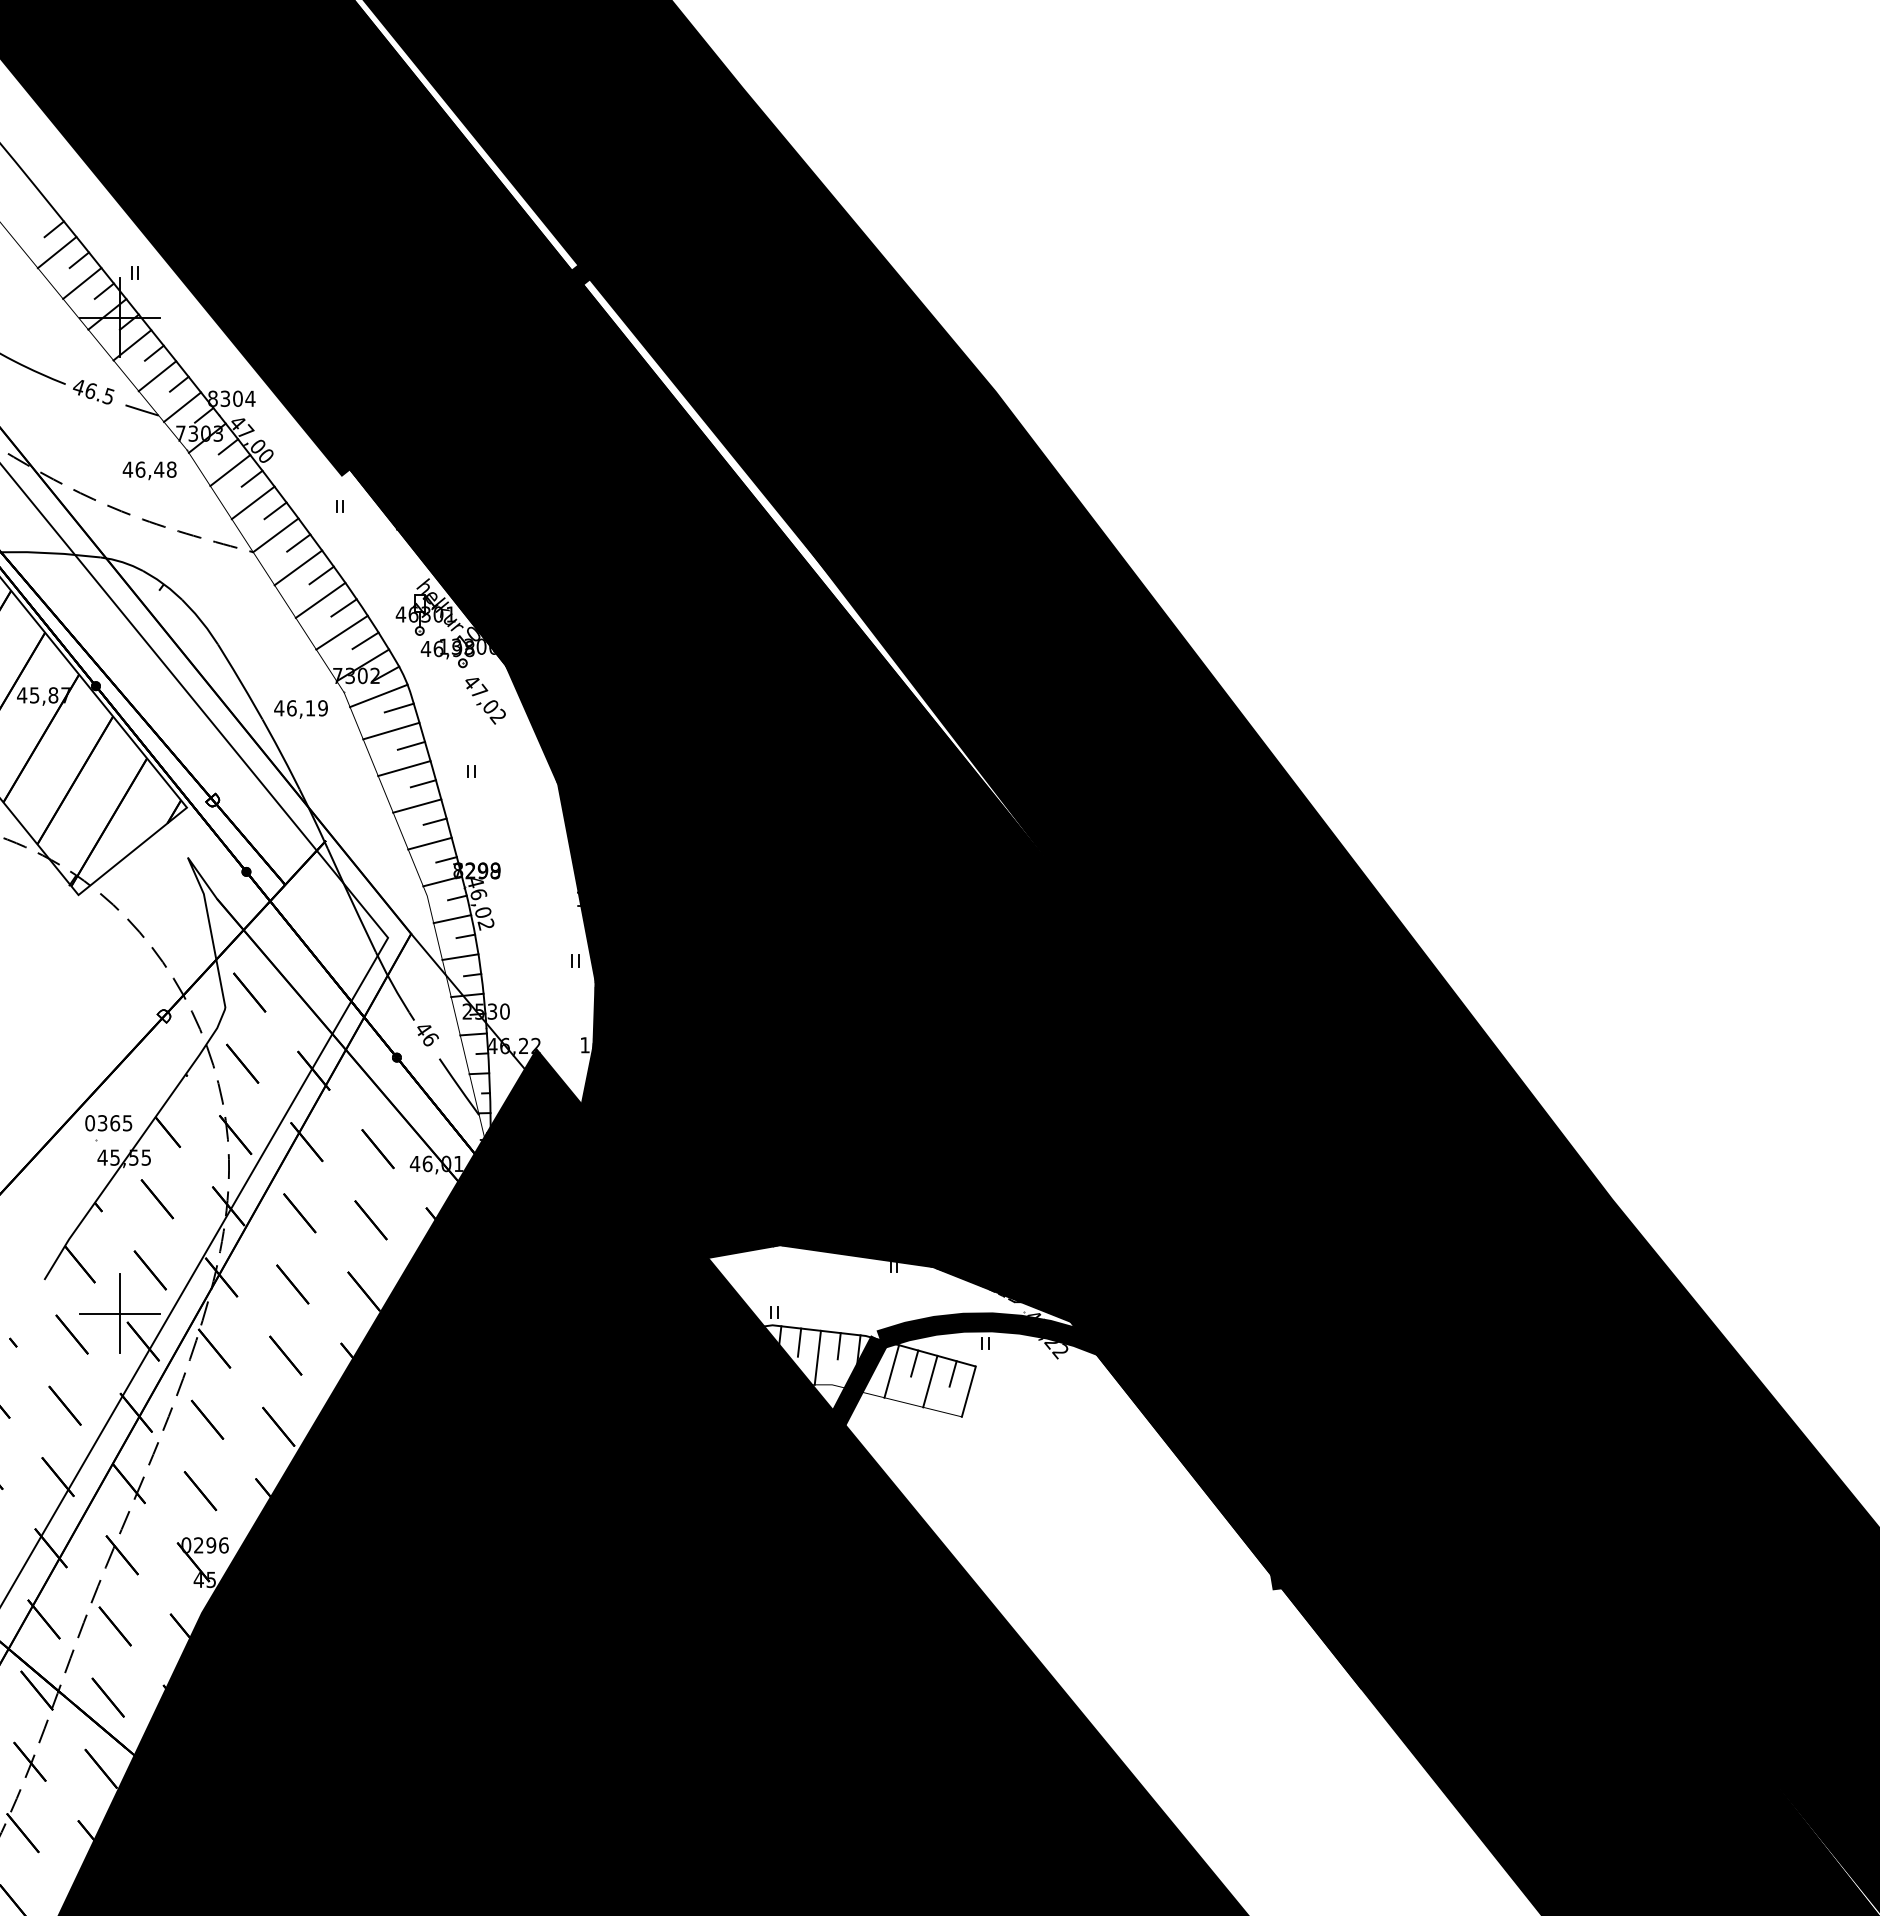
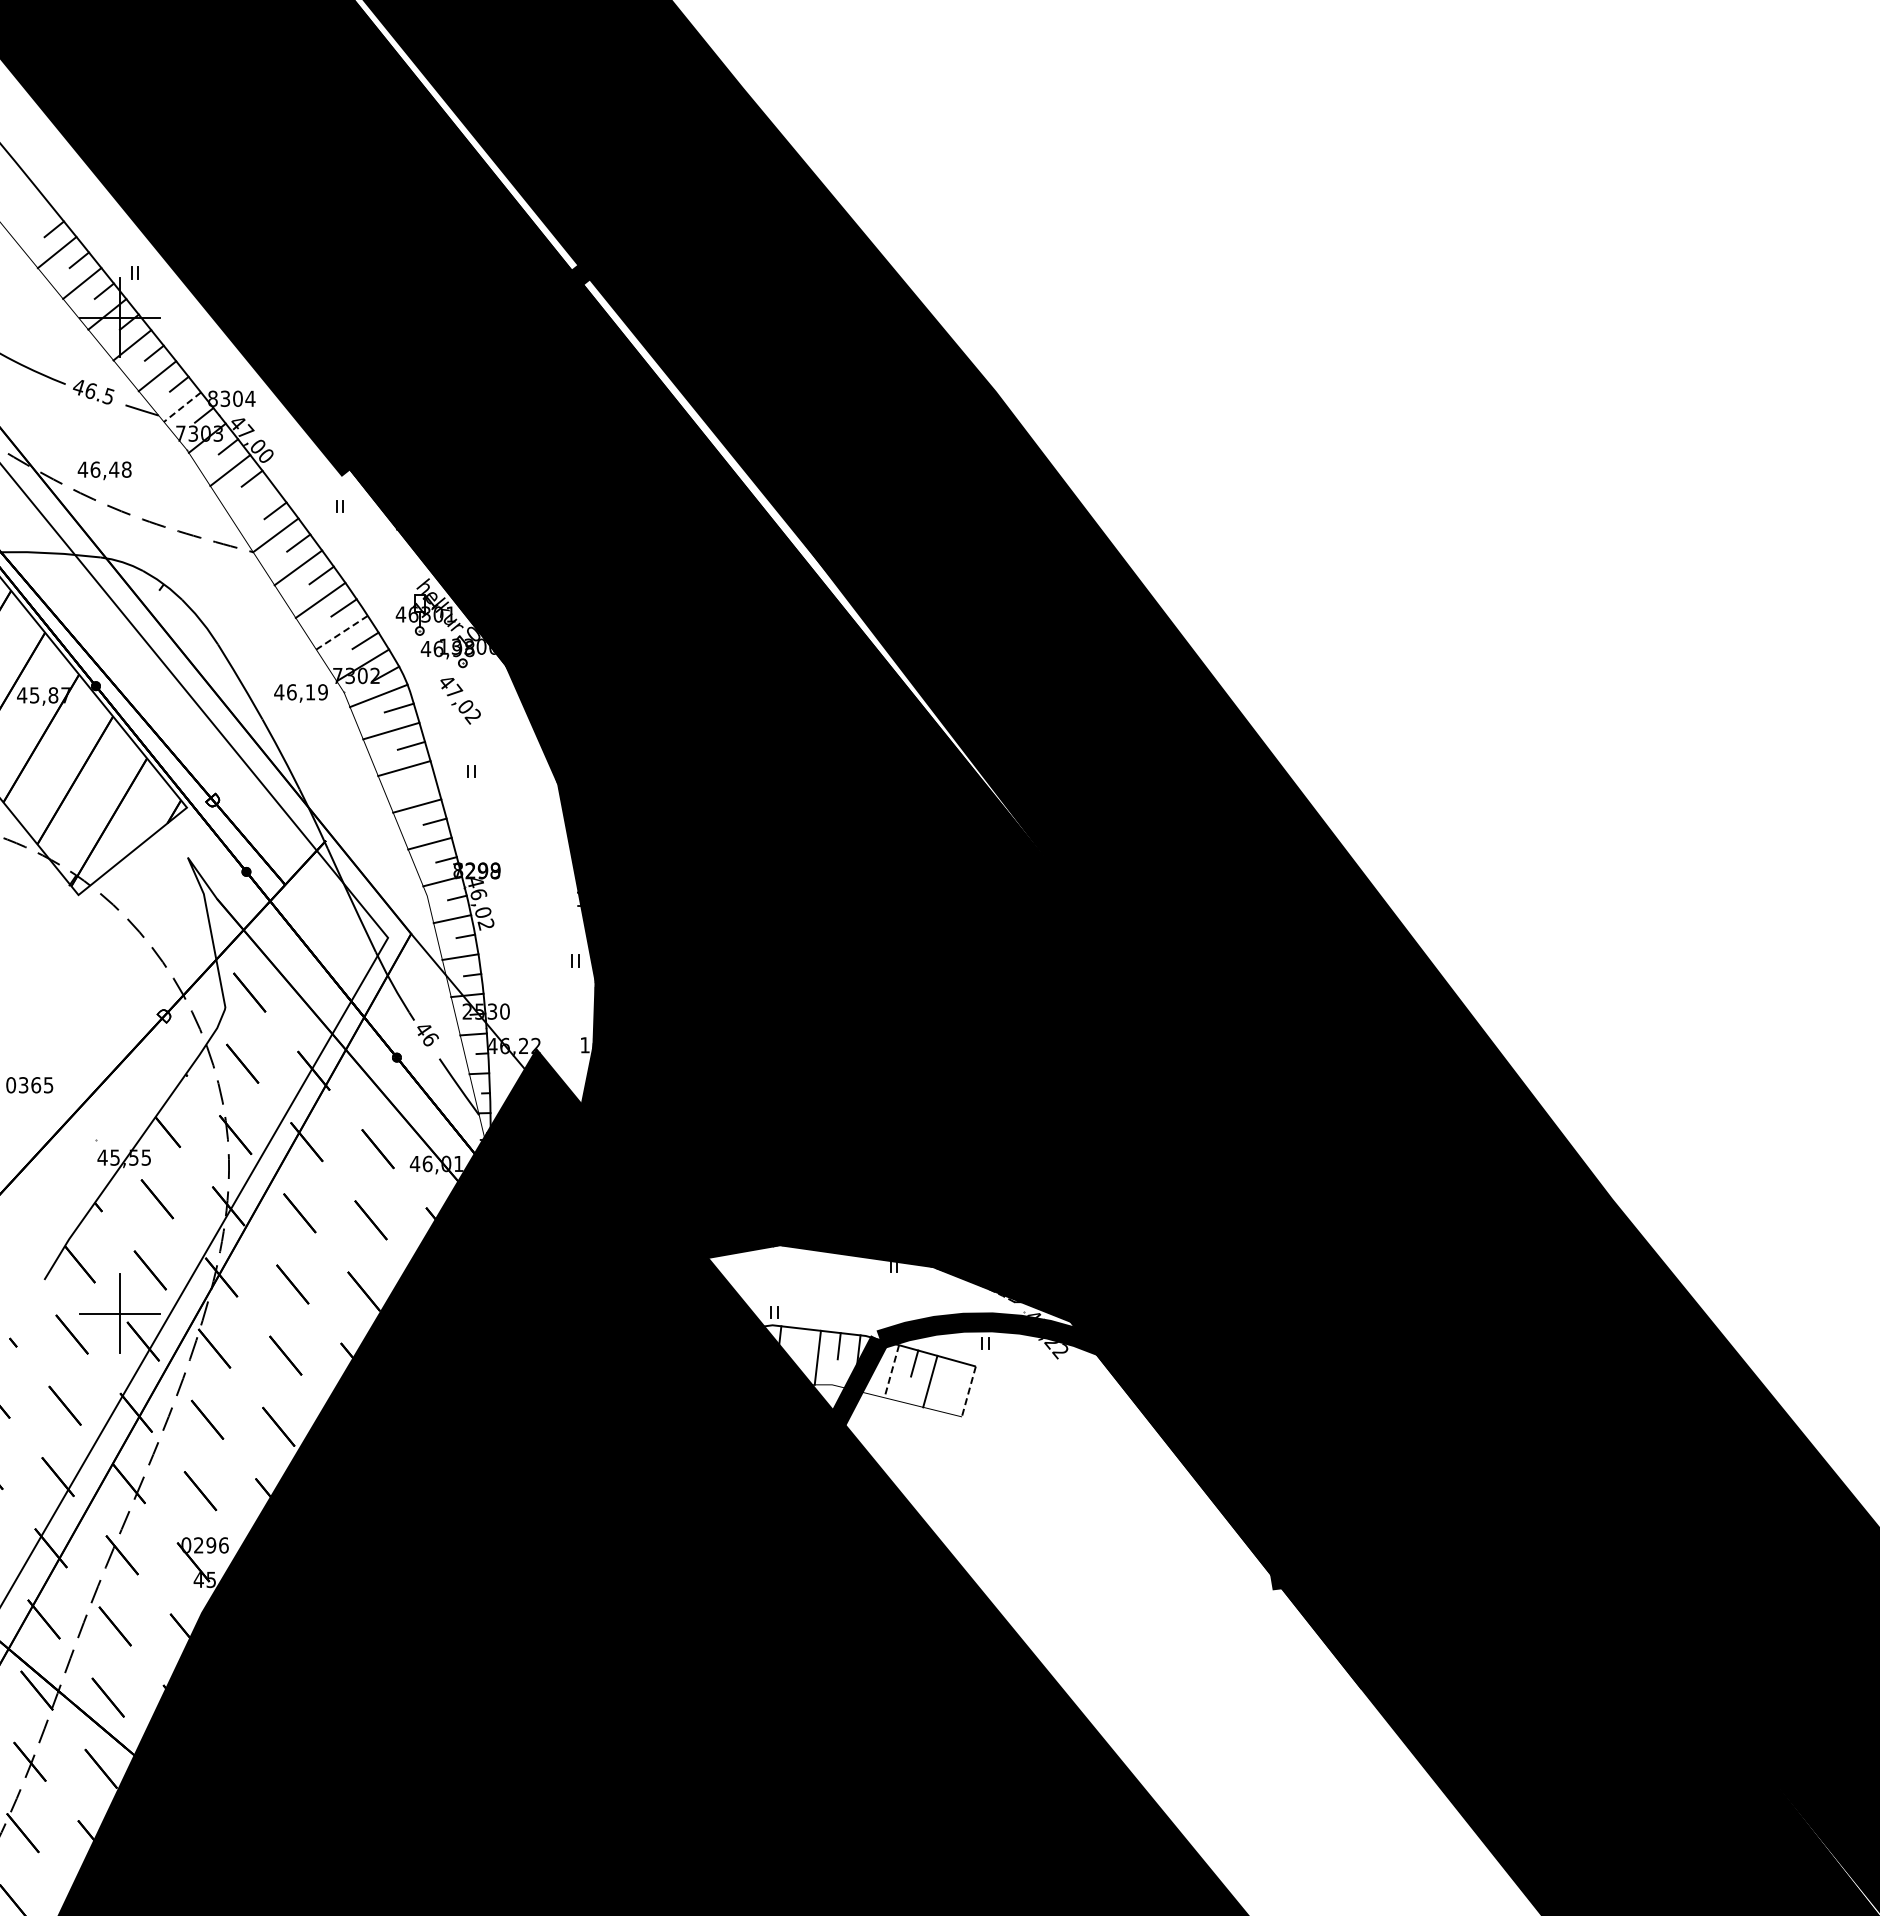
line at (182, 407): solid -> dashed
text at (149, 470) position: (149, 470) -> (104, 470)
line at (252, 502): present -> none
line at (342, 632): solid -> dashed
text at (485, 701) position: (485, 701) -> (460, 701)
text at (300, 709) position: (300, 709) -> (300, 693)
line at (422, 783): present -> none
text at (108, 1123) position: (108, 1123) -> (29, 1085)
line at (799, 1342): present -> none
line at (891, 1371): solid -> dashed
line at (952, 1373): present -> none
line at (968, 1392): solid -> dashed
